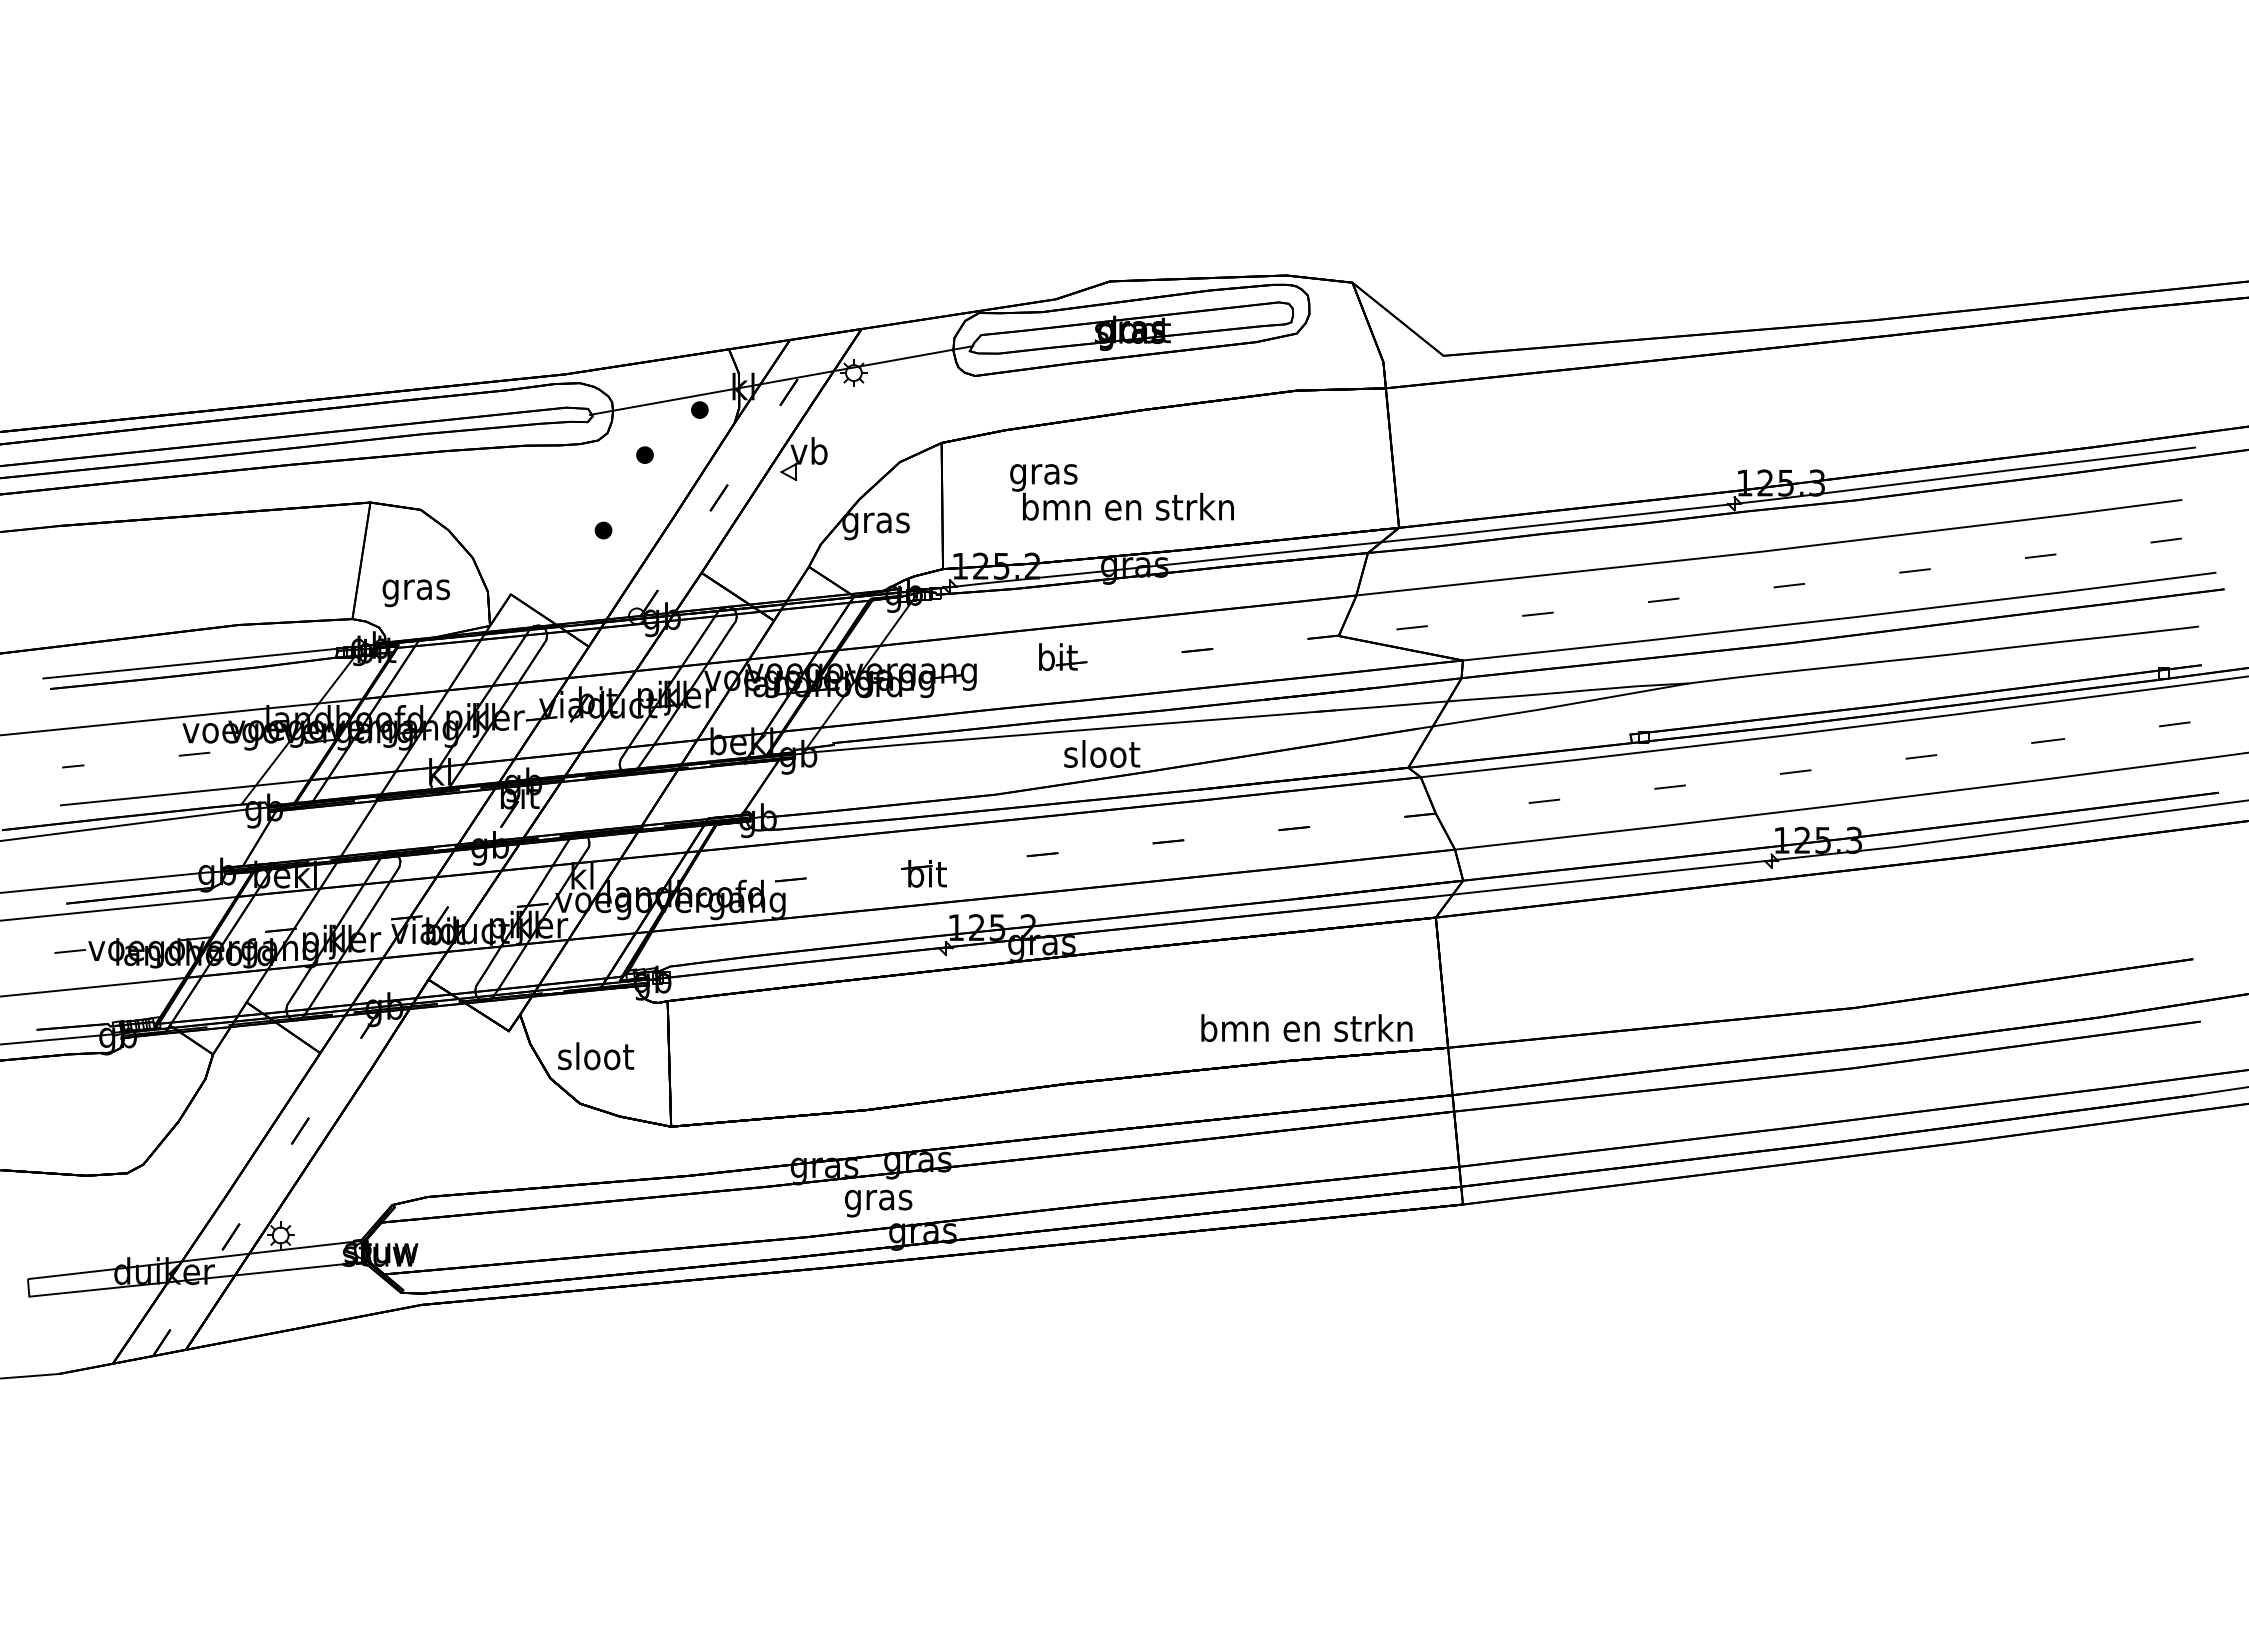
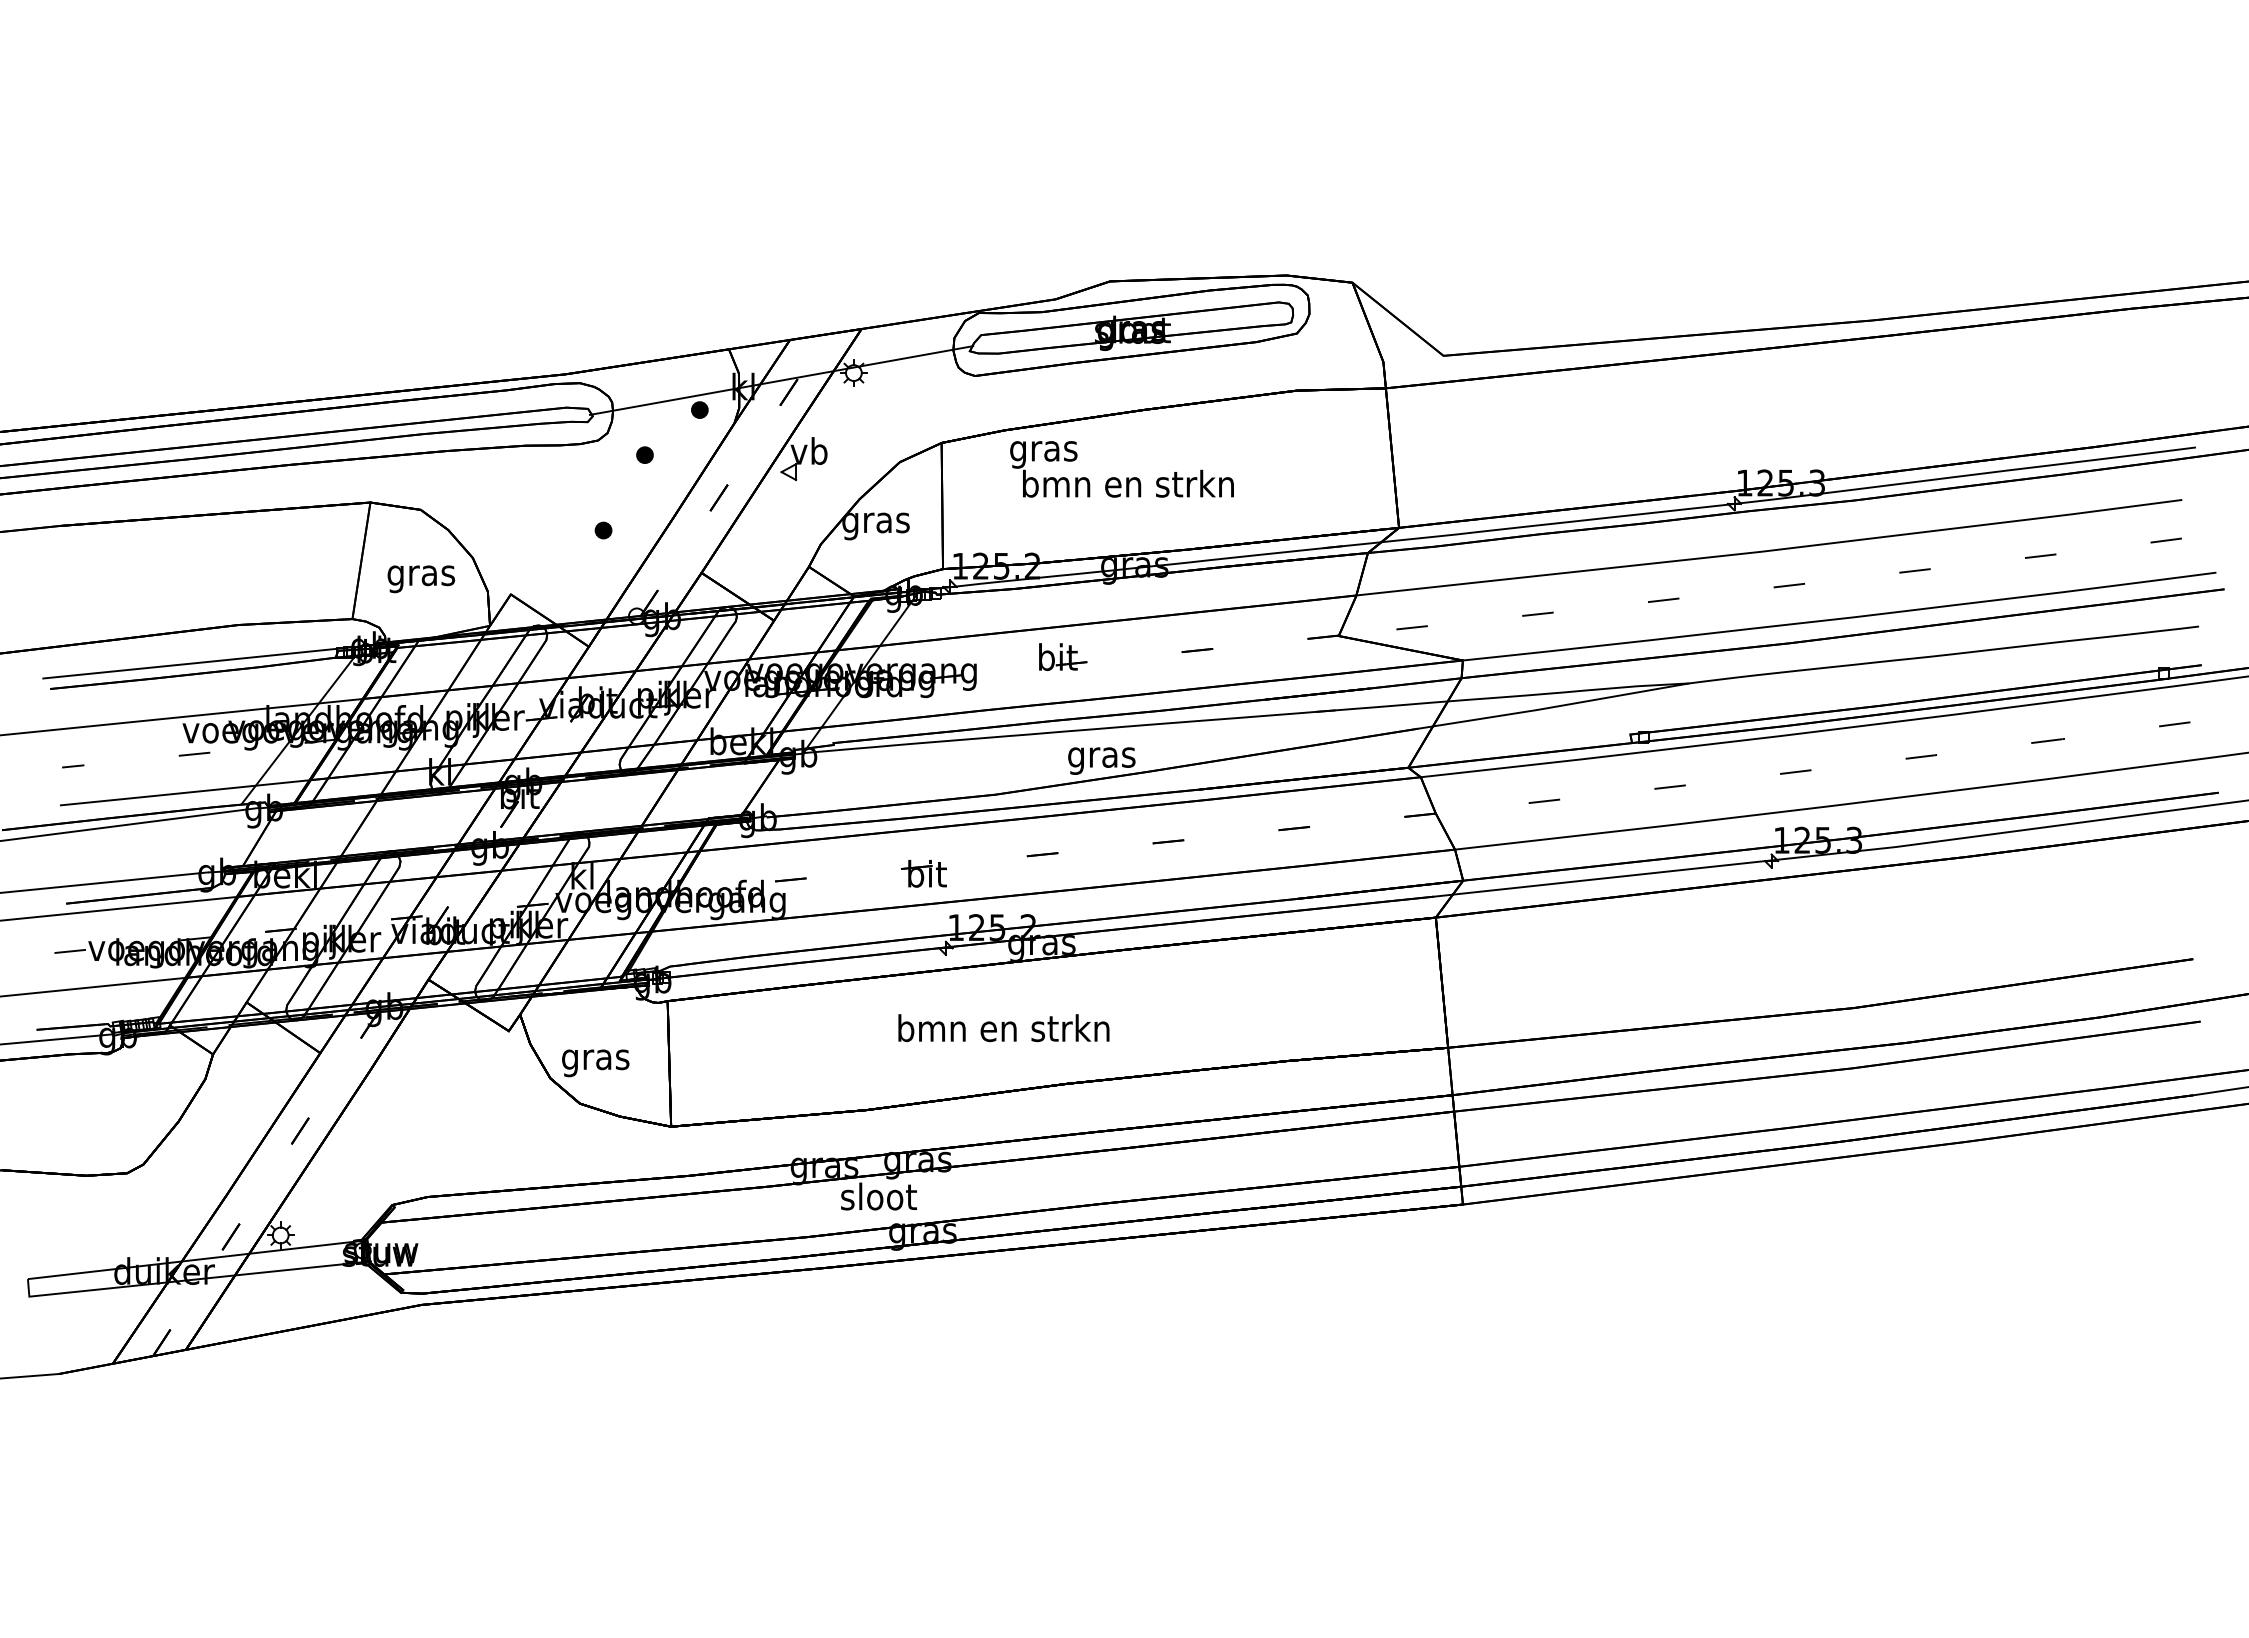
text at (1121, 492) position: (1121, 492) -> (1121, 469)
text at (415, 593) position: (415, 593) -> (420, 579)
text at (1102, 757): sloot -> gras
text at (1306, 1028) position: (1306, 1028) -> (1003, 1028)
text at (596, 1059): sloot -> gras
text at (878, 1199): gras -> sloot
